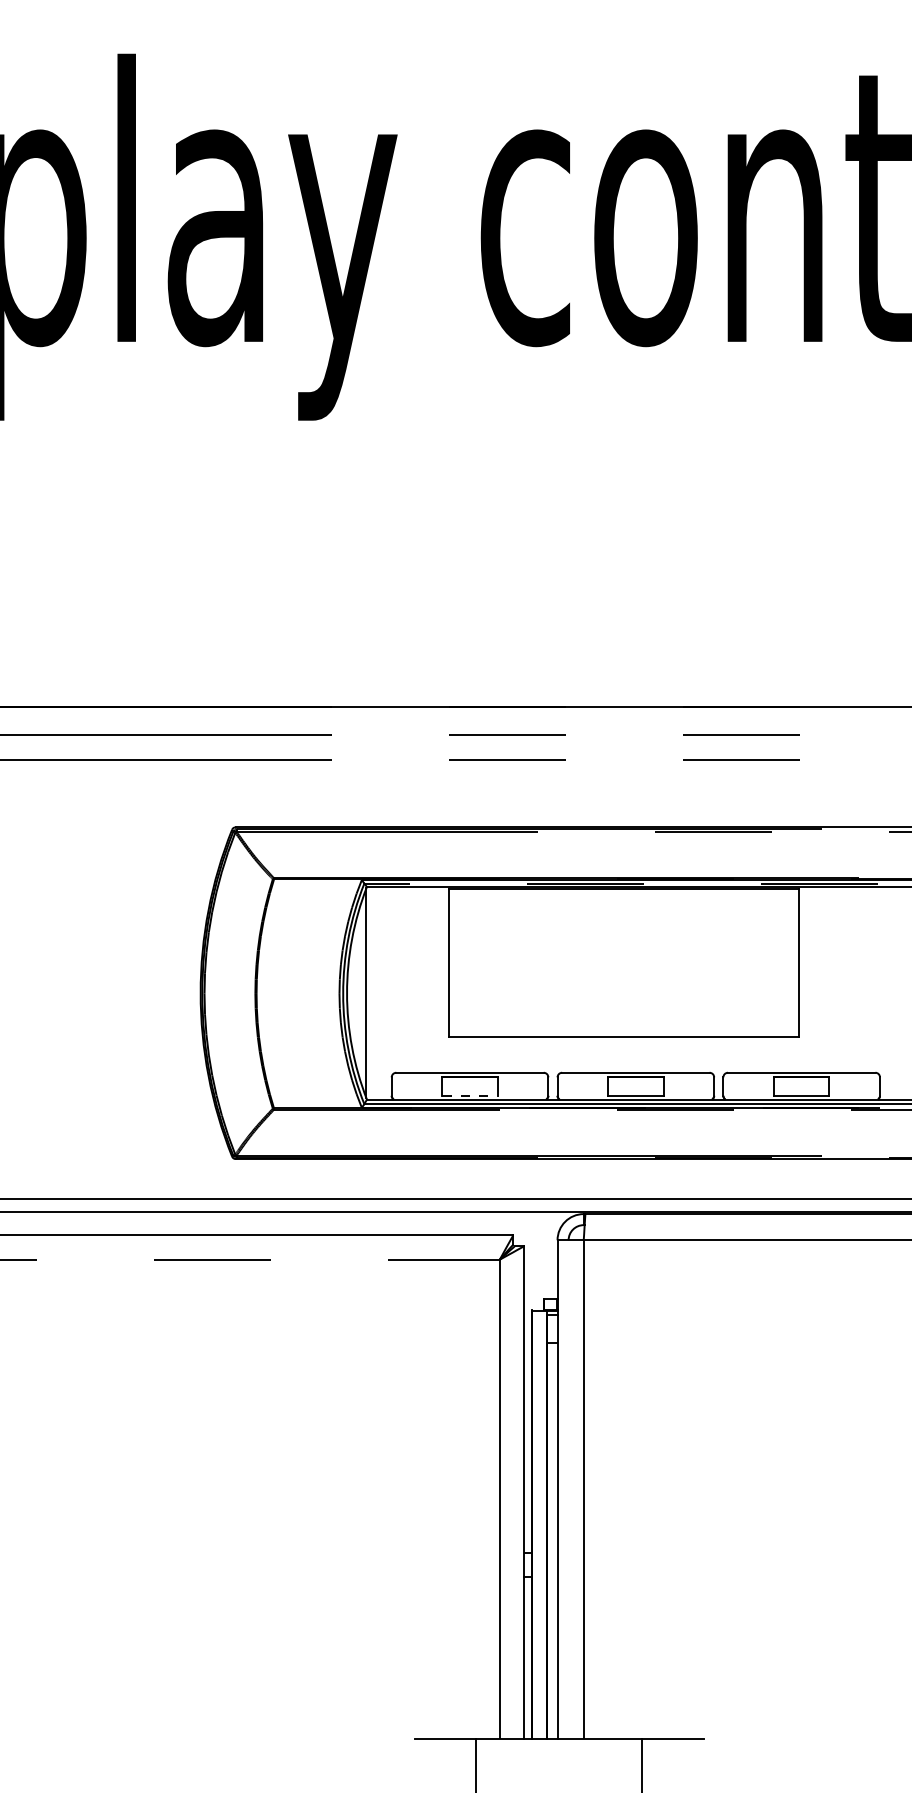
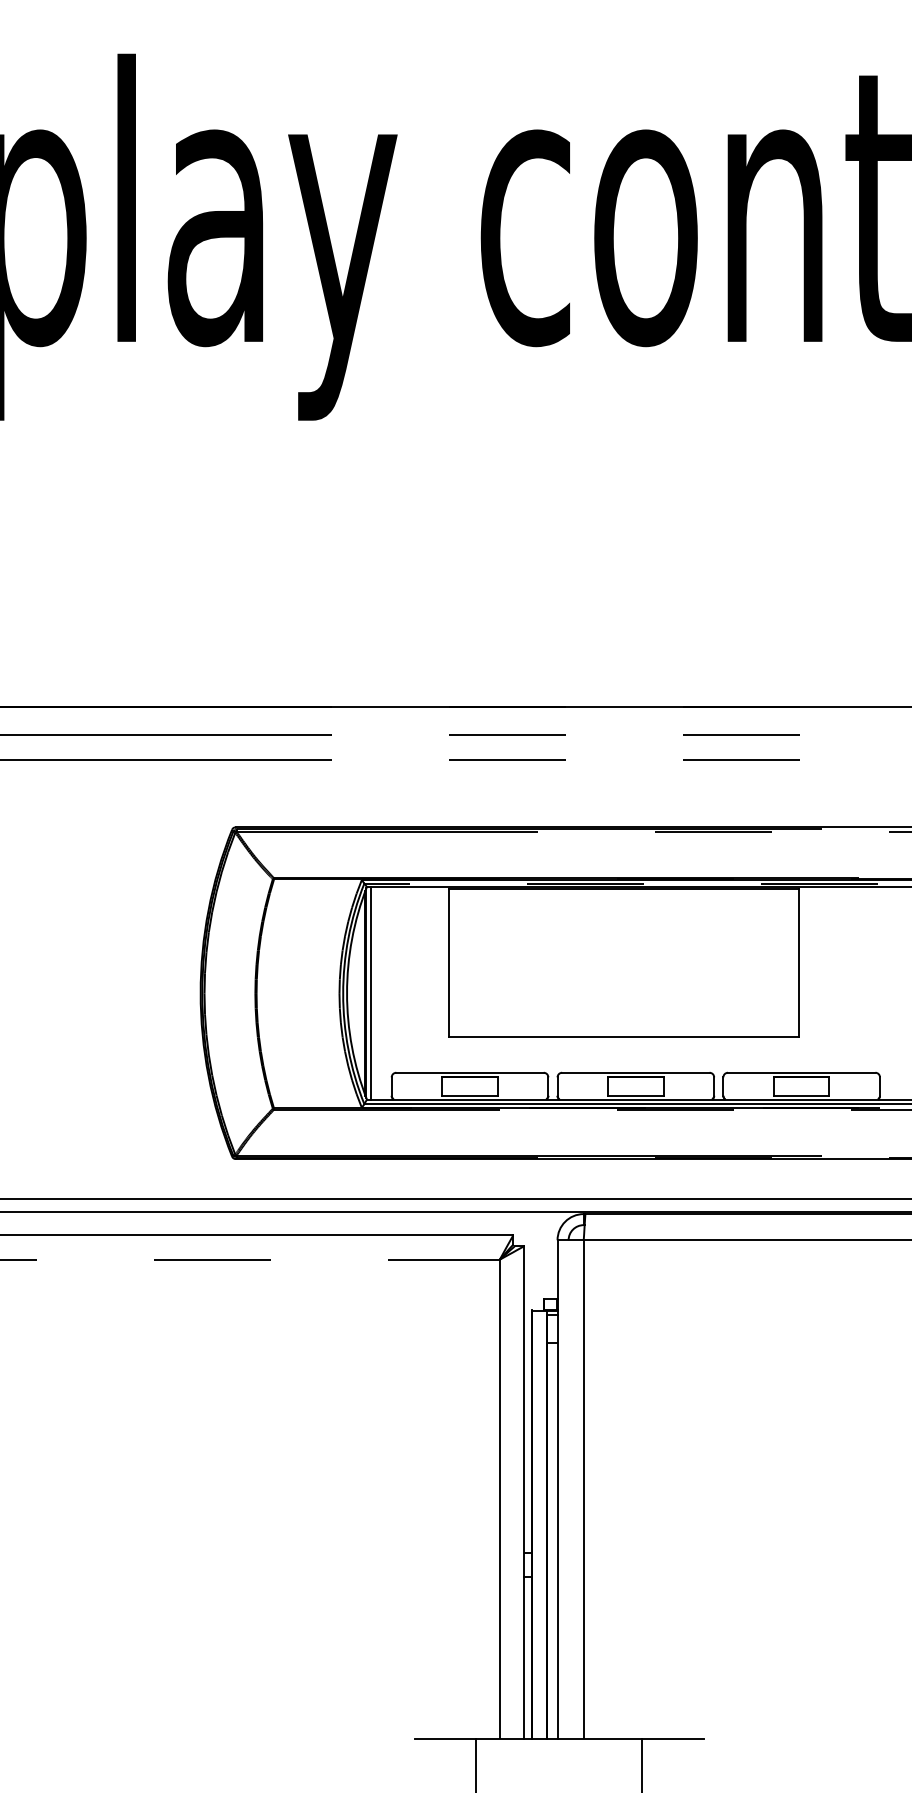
line at (365, 992): none -> present
line at (371, 992): none -> present
line at (470, 1095): dashed -> solid
